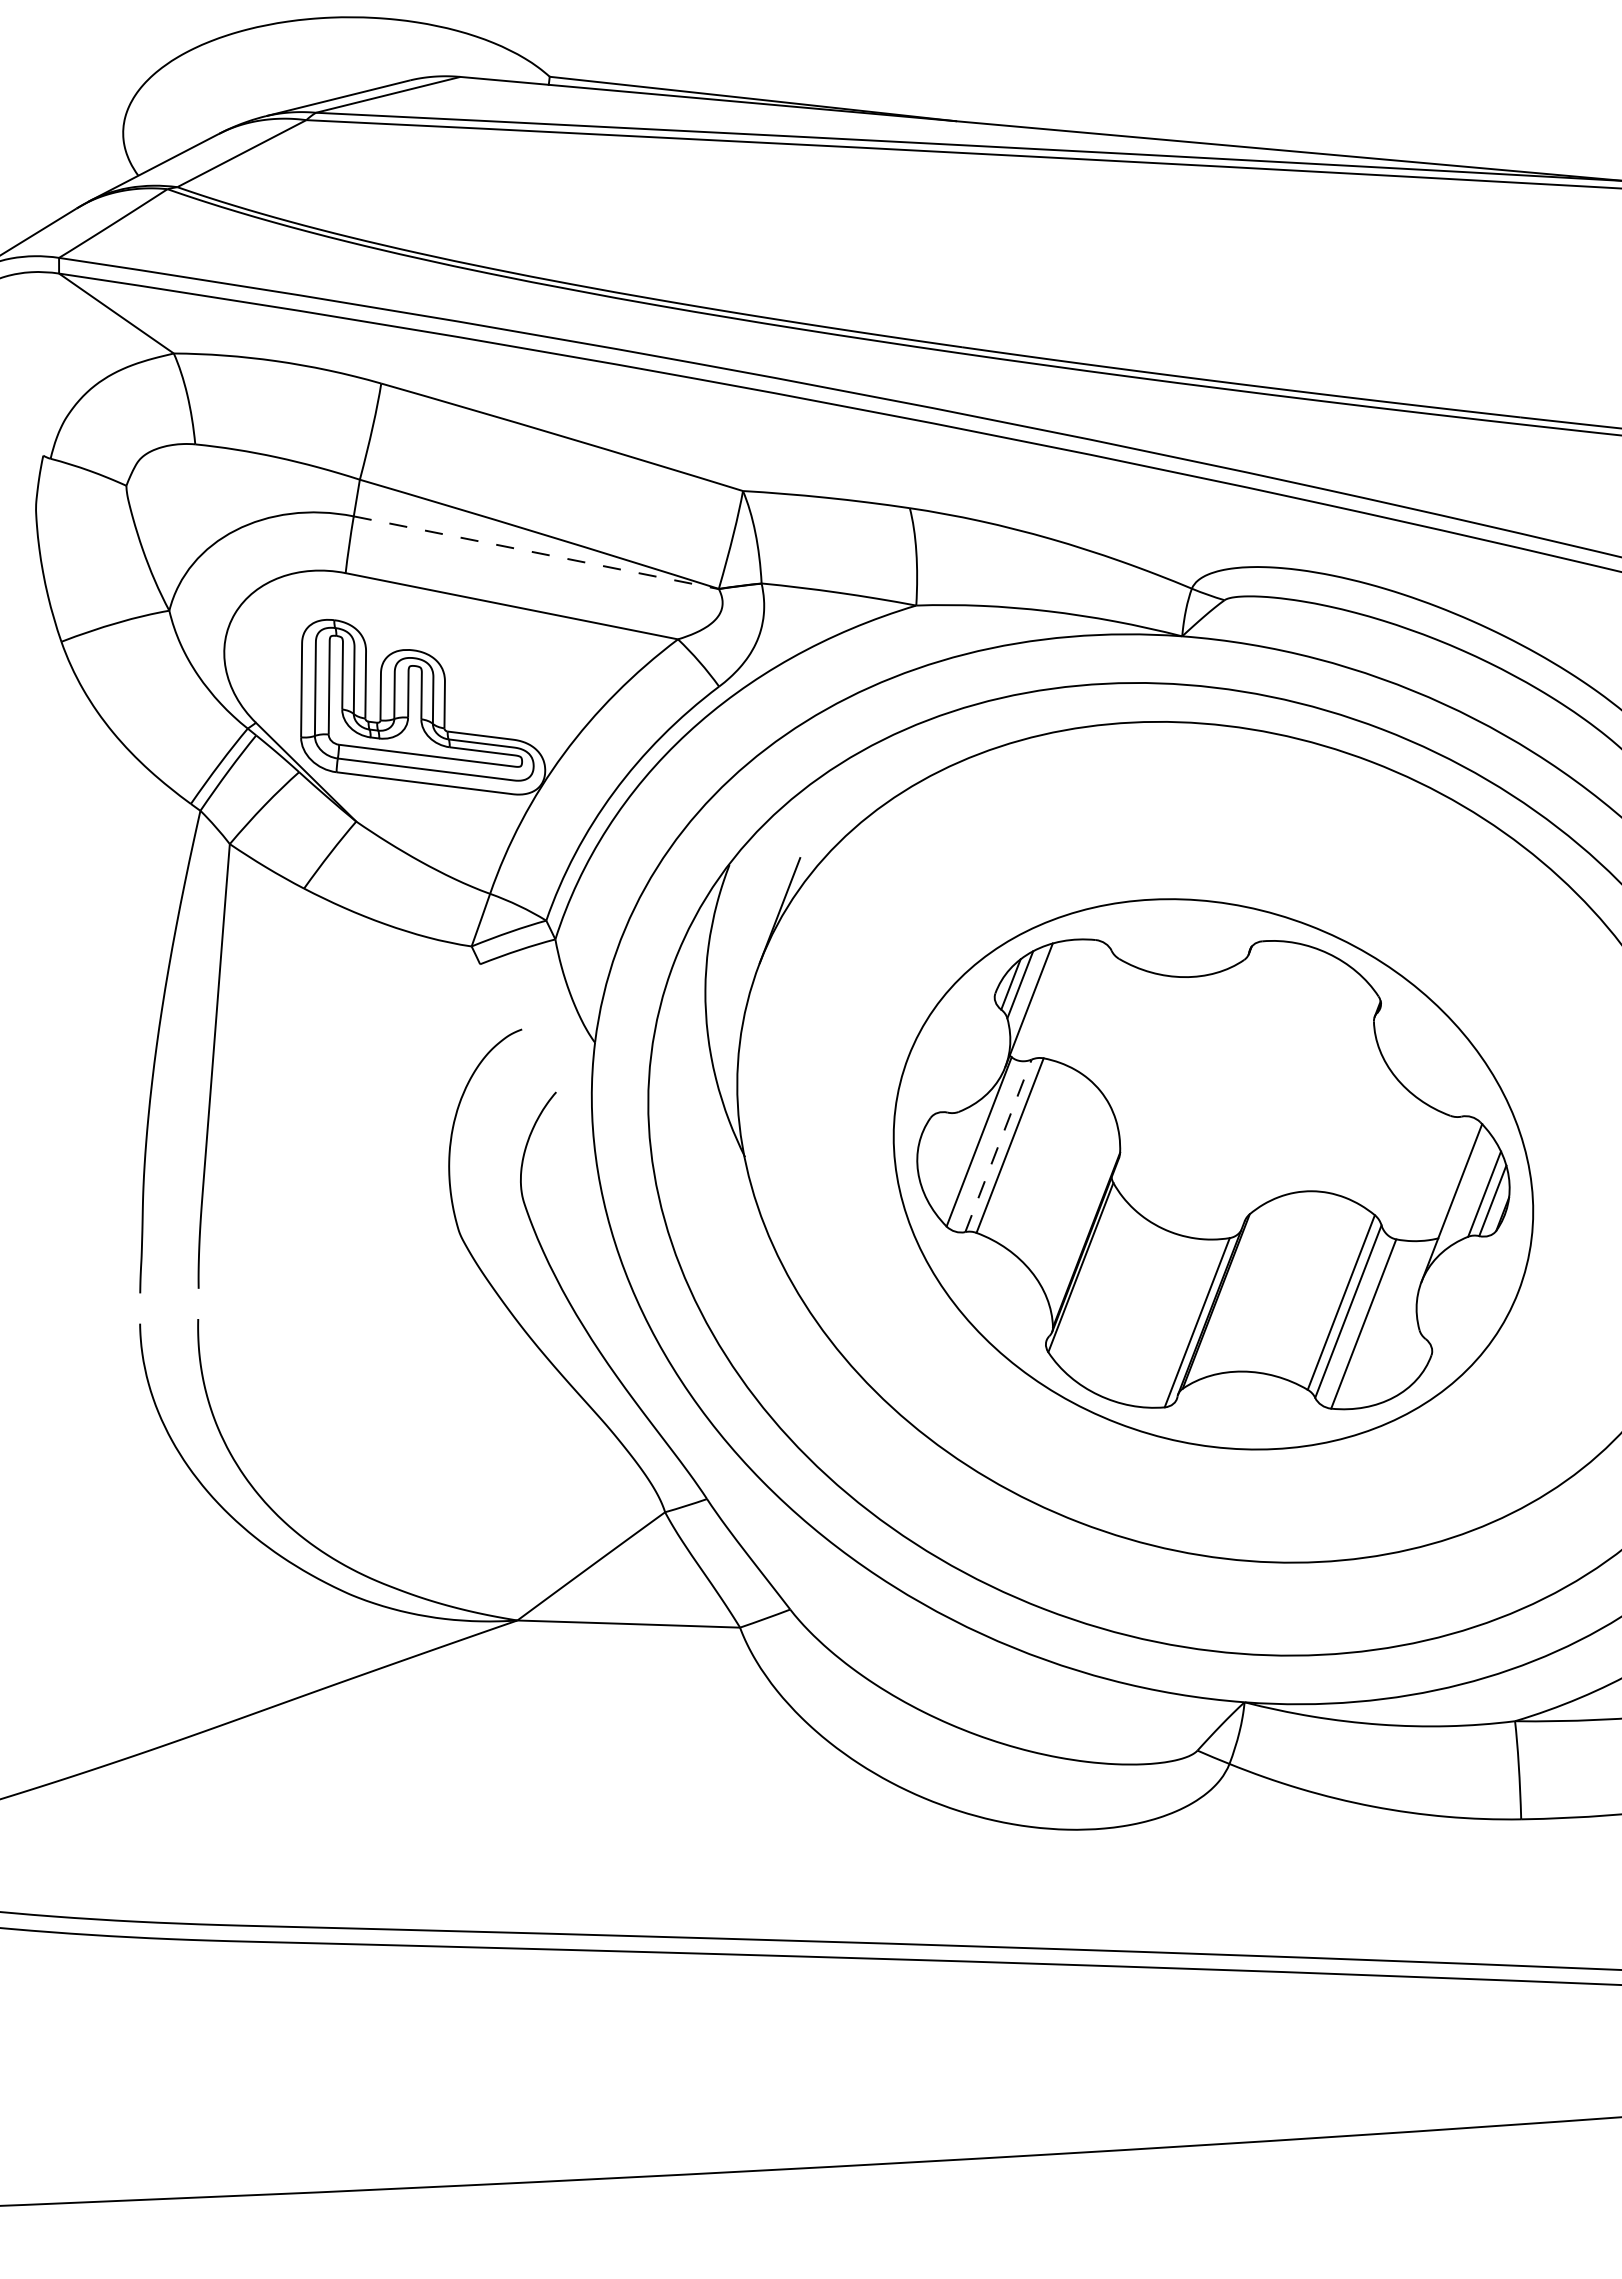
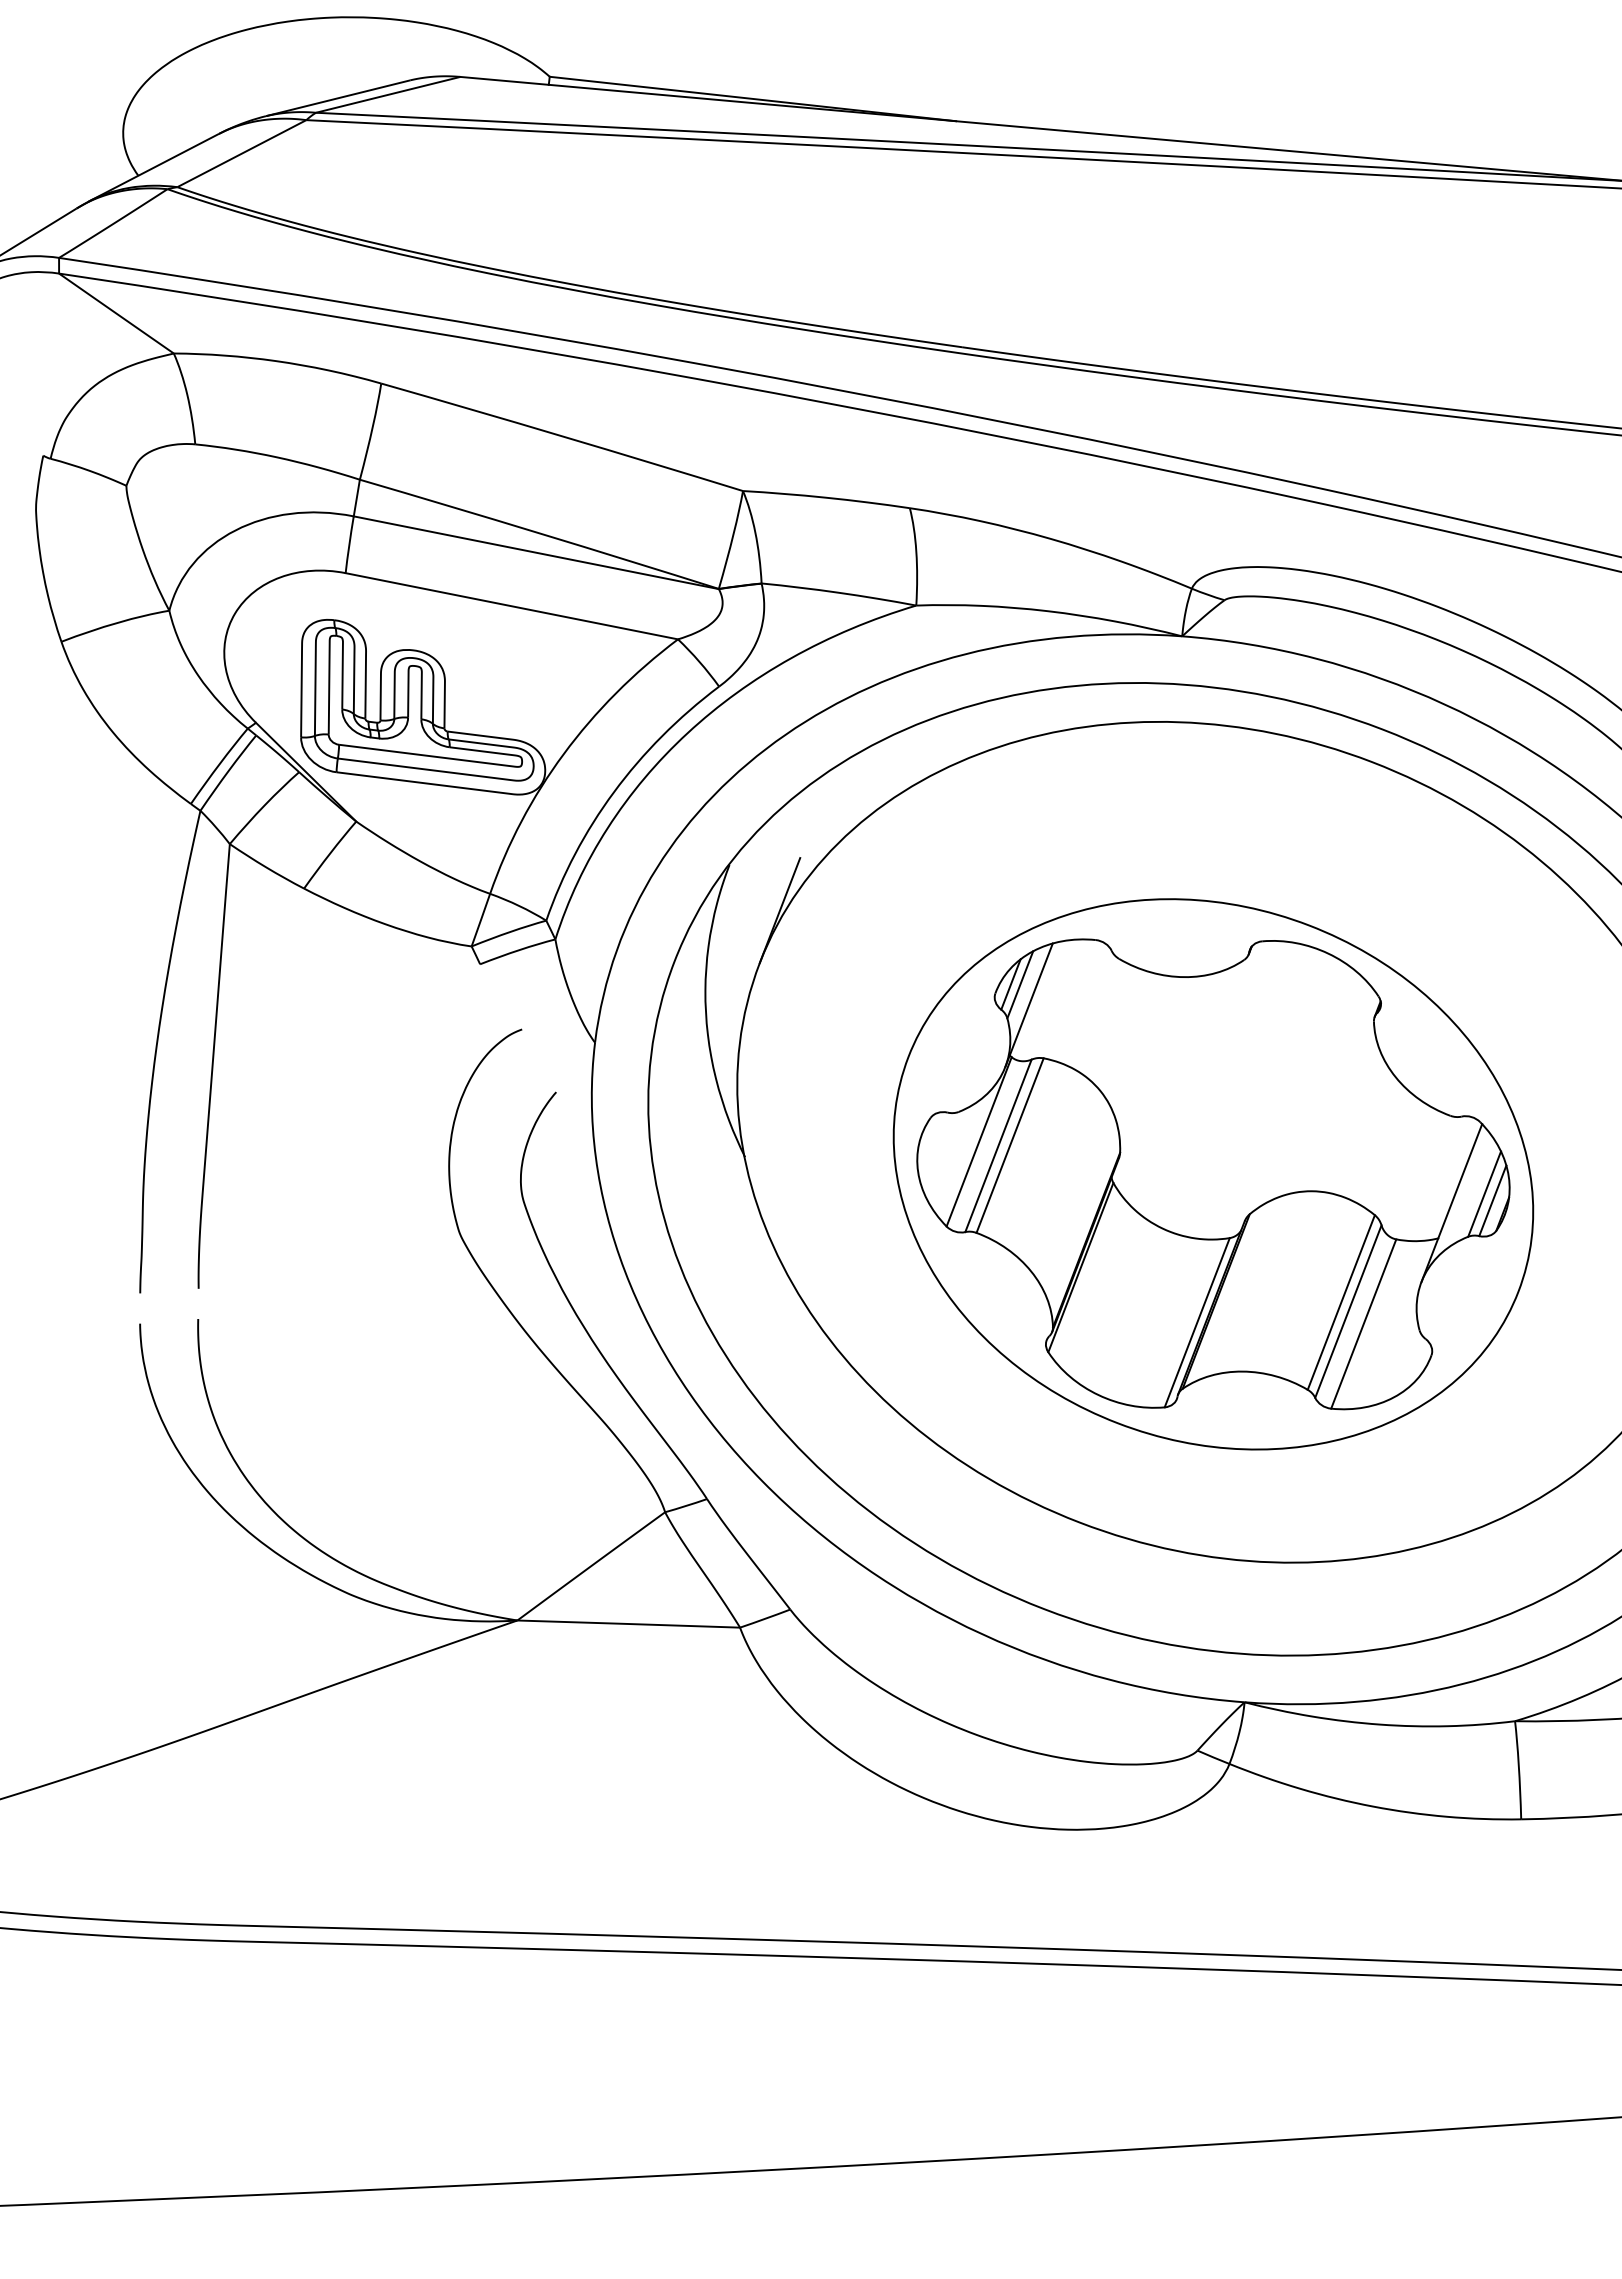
line at (536, 552): dashed -> solid
line at (998, 1145): dashed -> solid
